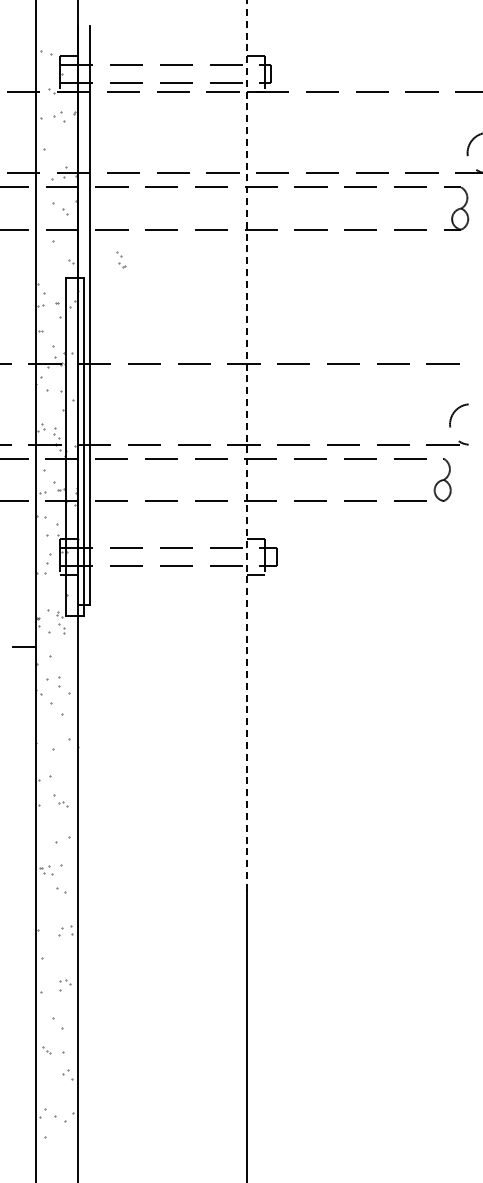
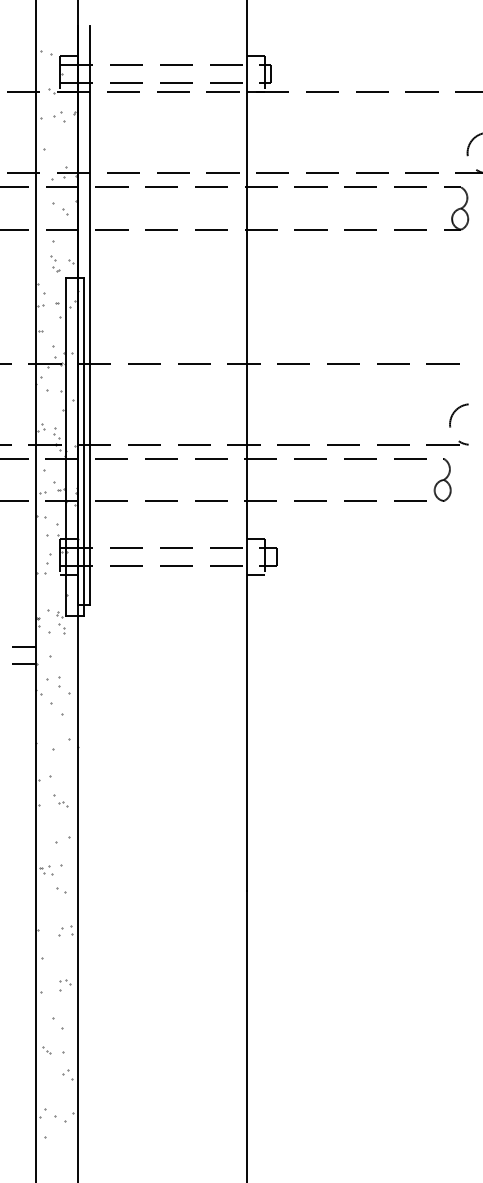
part at (121, 259) position: (121, 259) -> (55, 263)
line at (247, 445): dashed -> solid
line at (24, 663): none -> present
